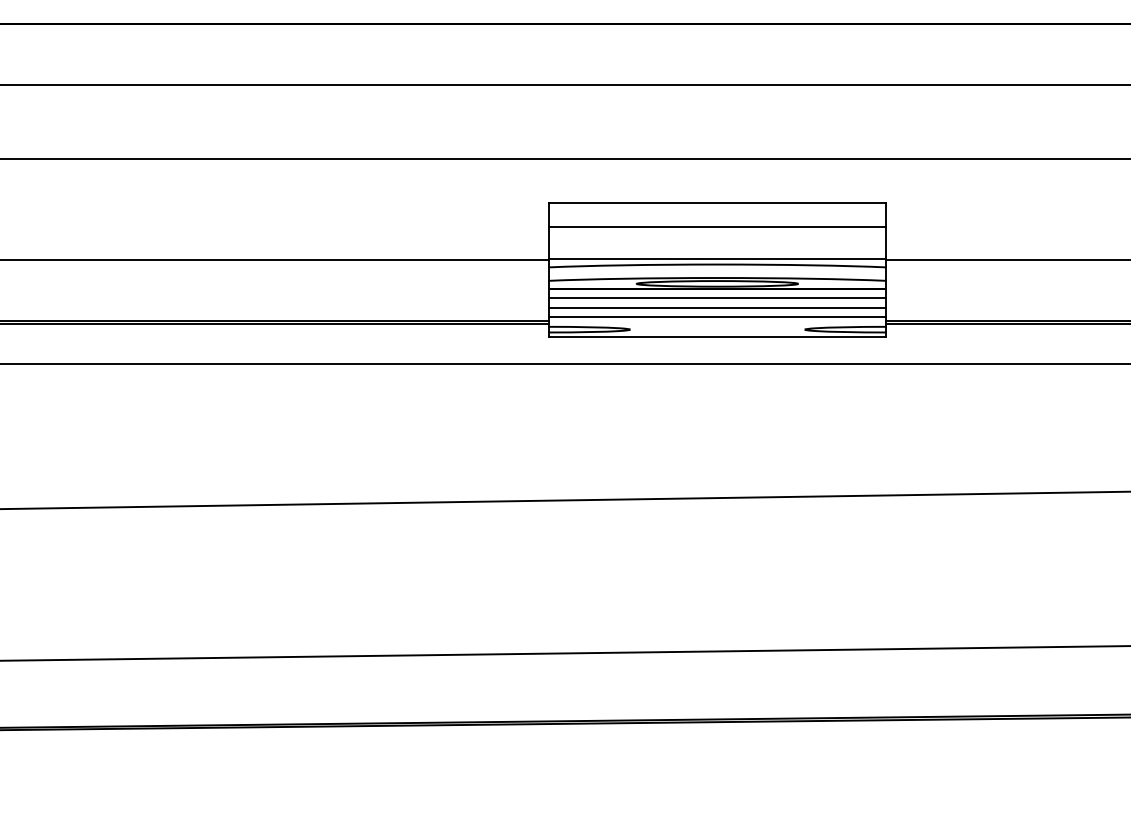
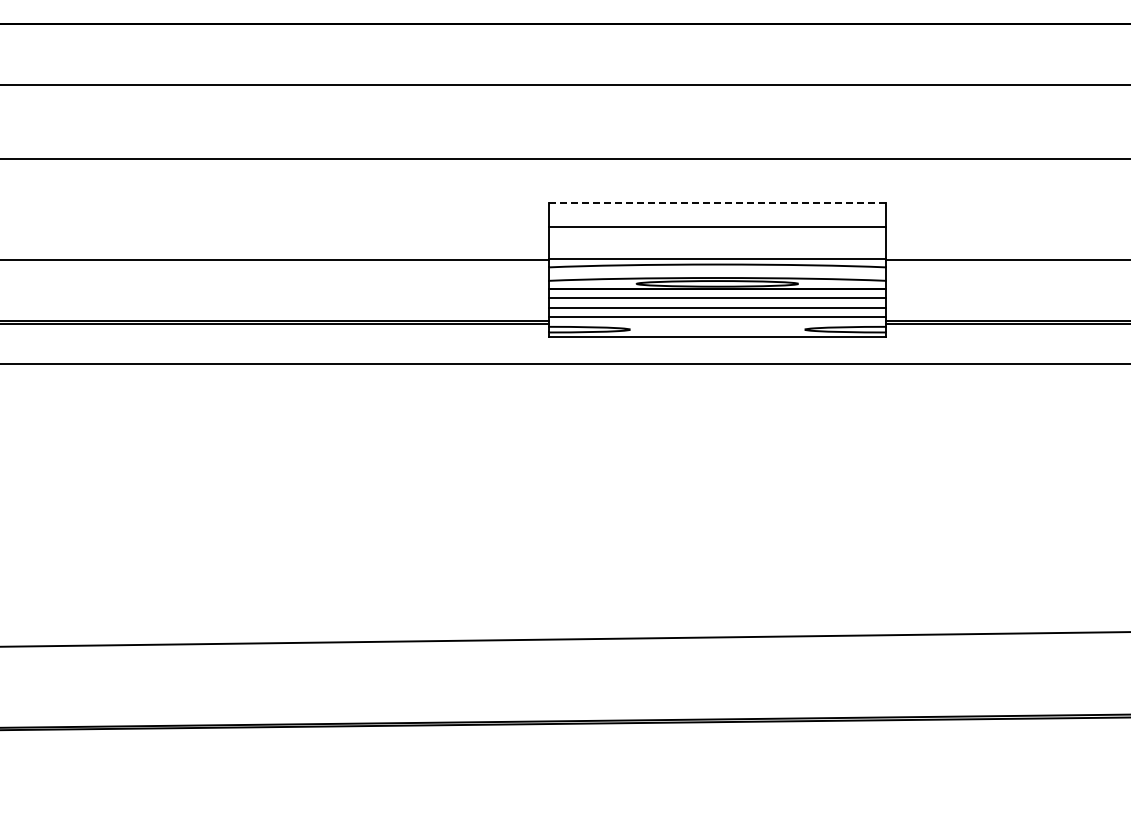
line at (718, 203): solid -> dashed
line at (564, 500): present -> none
line at (564, 653) position: (564, 653) -> (564, 639)
